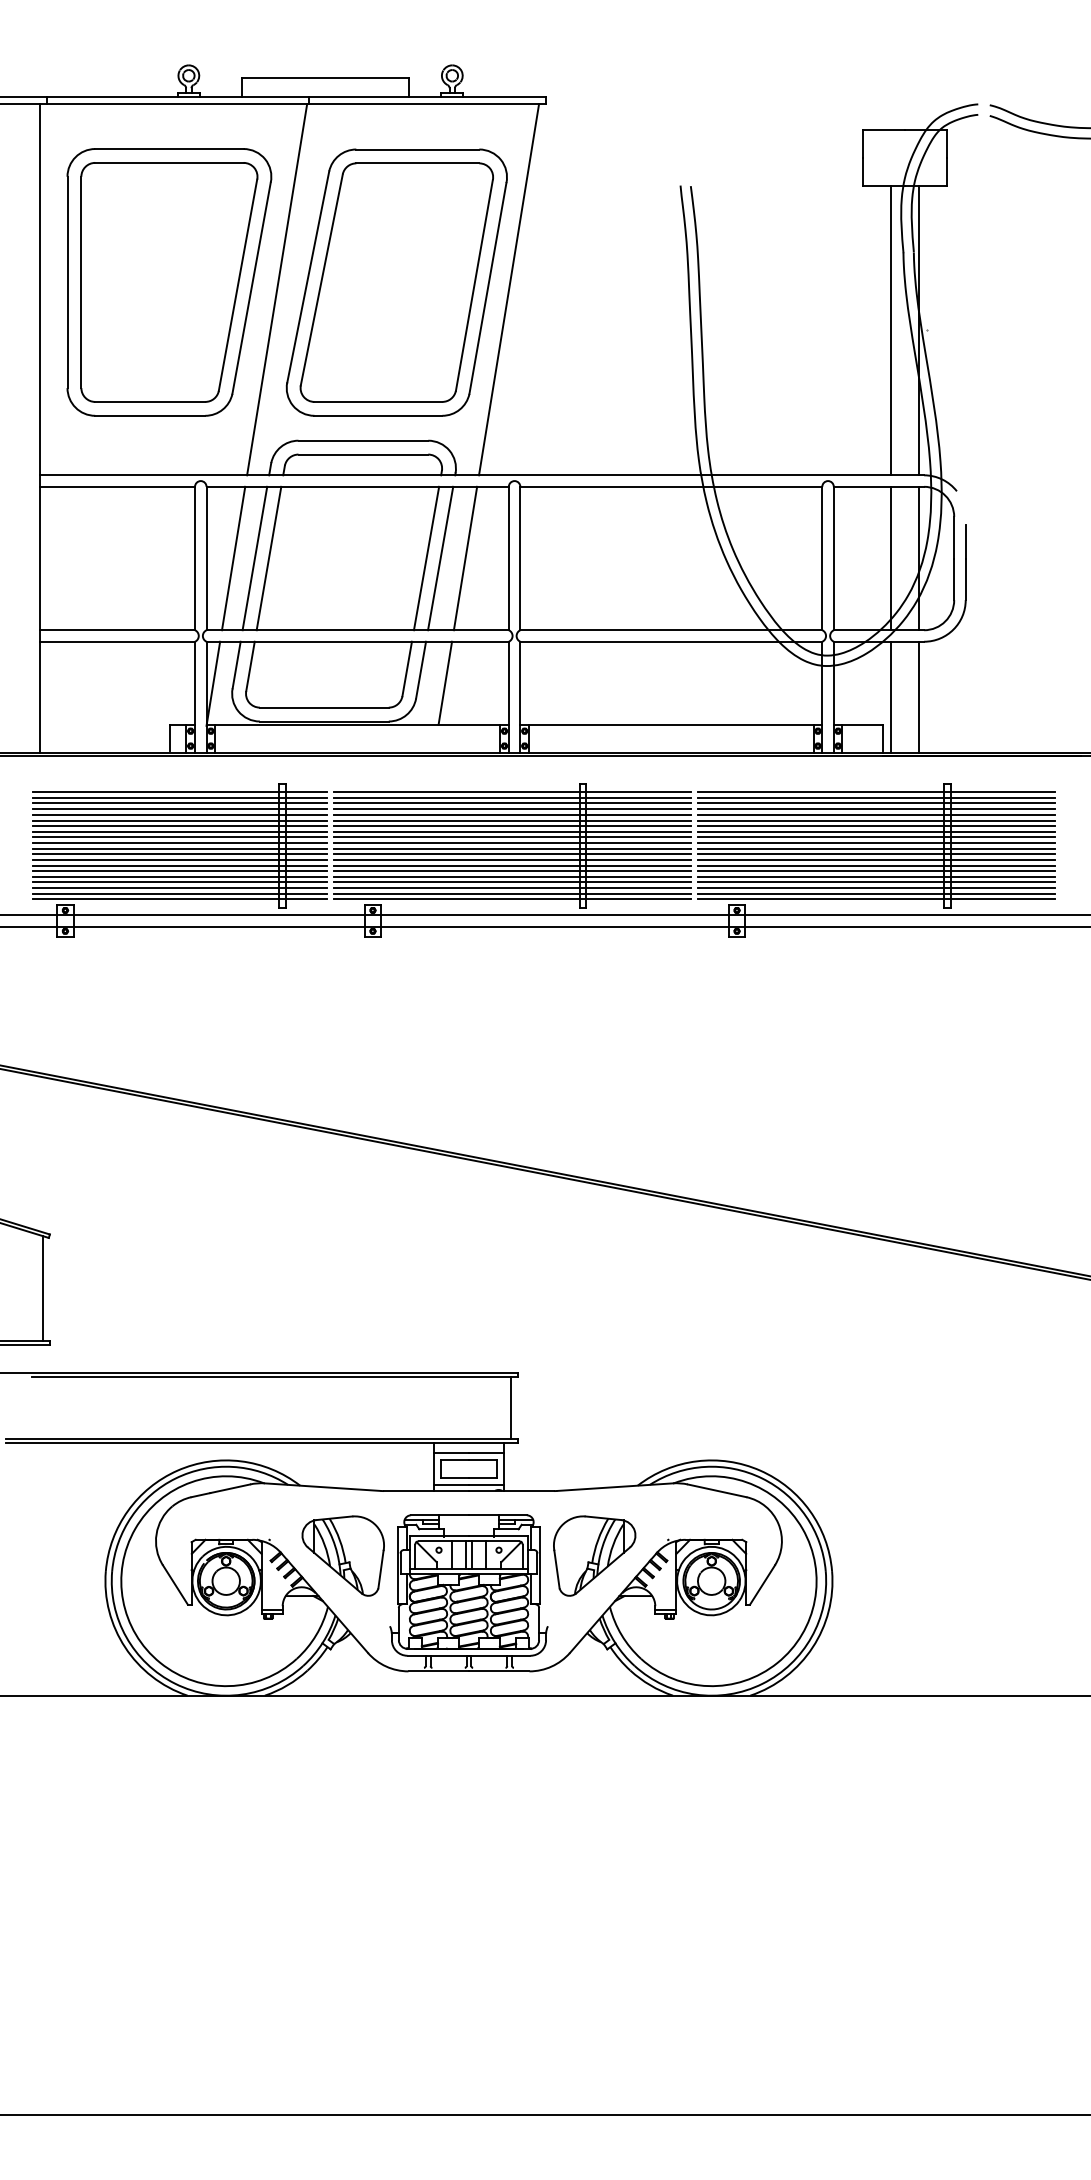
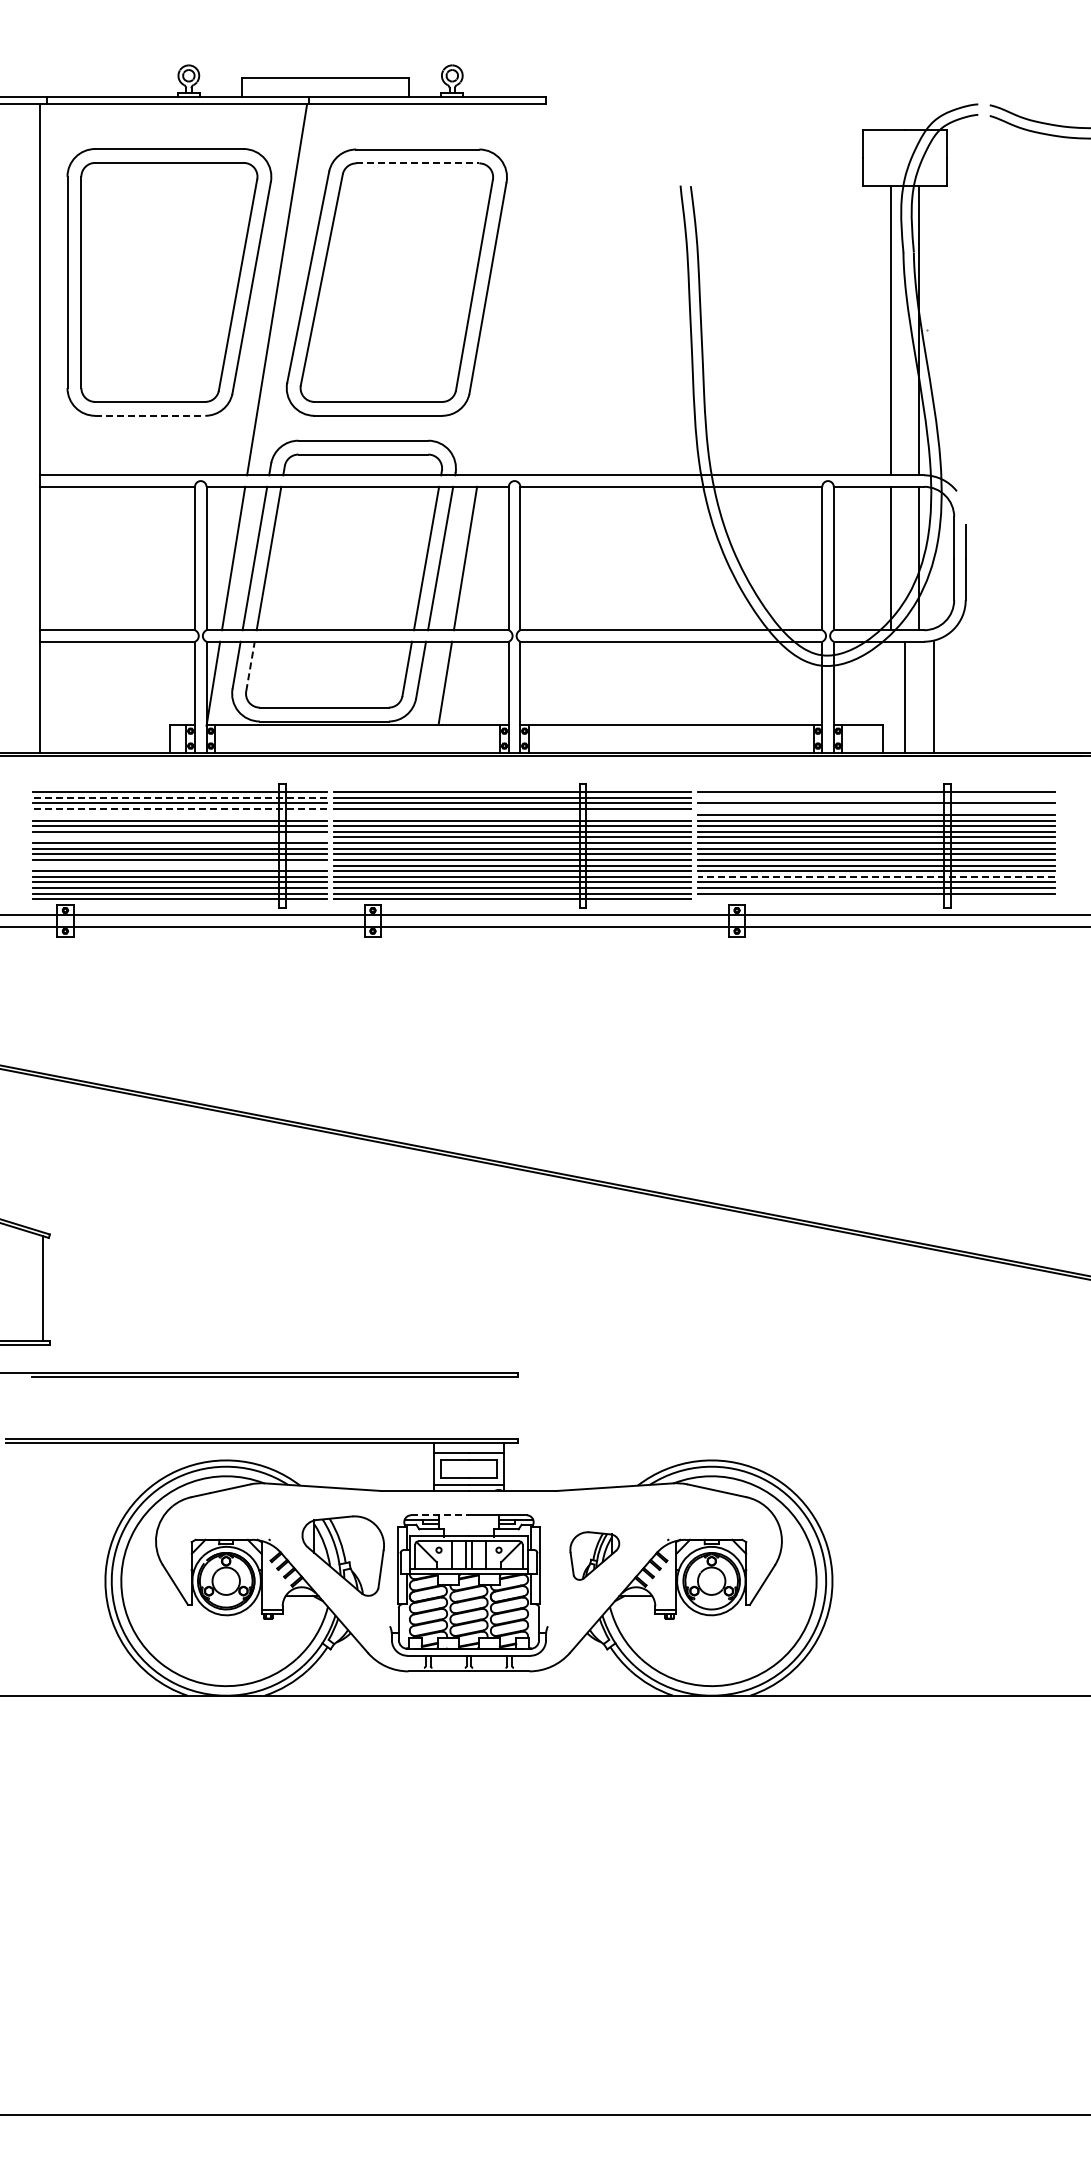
line at (418, 163): solid -> dashed
line at (509, 289): present -> none
line at (150, 415): solid -> dashed
line at (250, 665): solid -> dashed
line at (891, 696) position: (891, 696) -> (905, 696)
line at (918, 696) position: (918, 696) -> (933, 696)
line at (179, 798): solid -> dashed
line at (875, 798): present -> none
line at (179, 809): solid -> dashed
line at (875, 809): present -> none
line at (179, 814): present -> none
line at (511, 814): present -> none
line at (179, 837): present -> none
line at (179, 865): present -> none
line at (876, 876): solid -> dashed
line at (875, 899): present -> none
line at (510, 1407): present -> none
line at (440, 1515): solid -> dashed
part at (594, 1555) size: 84x82 px -> 52x50 px
